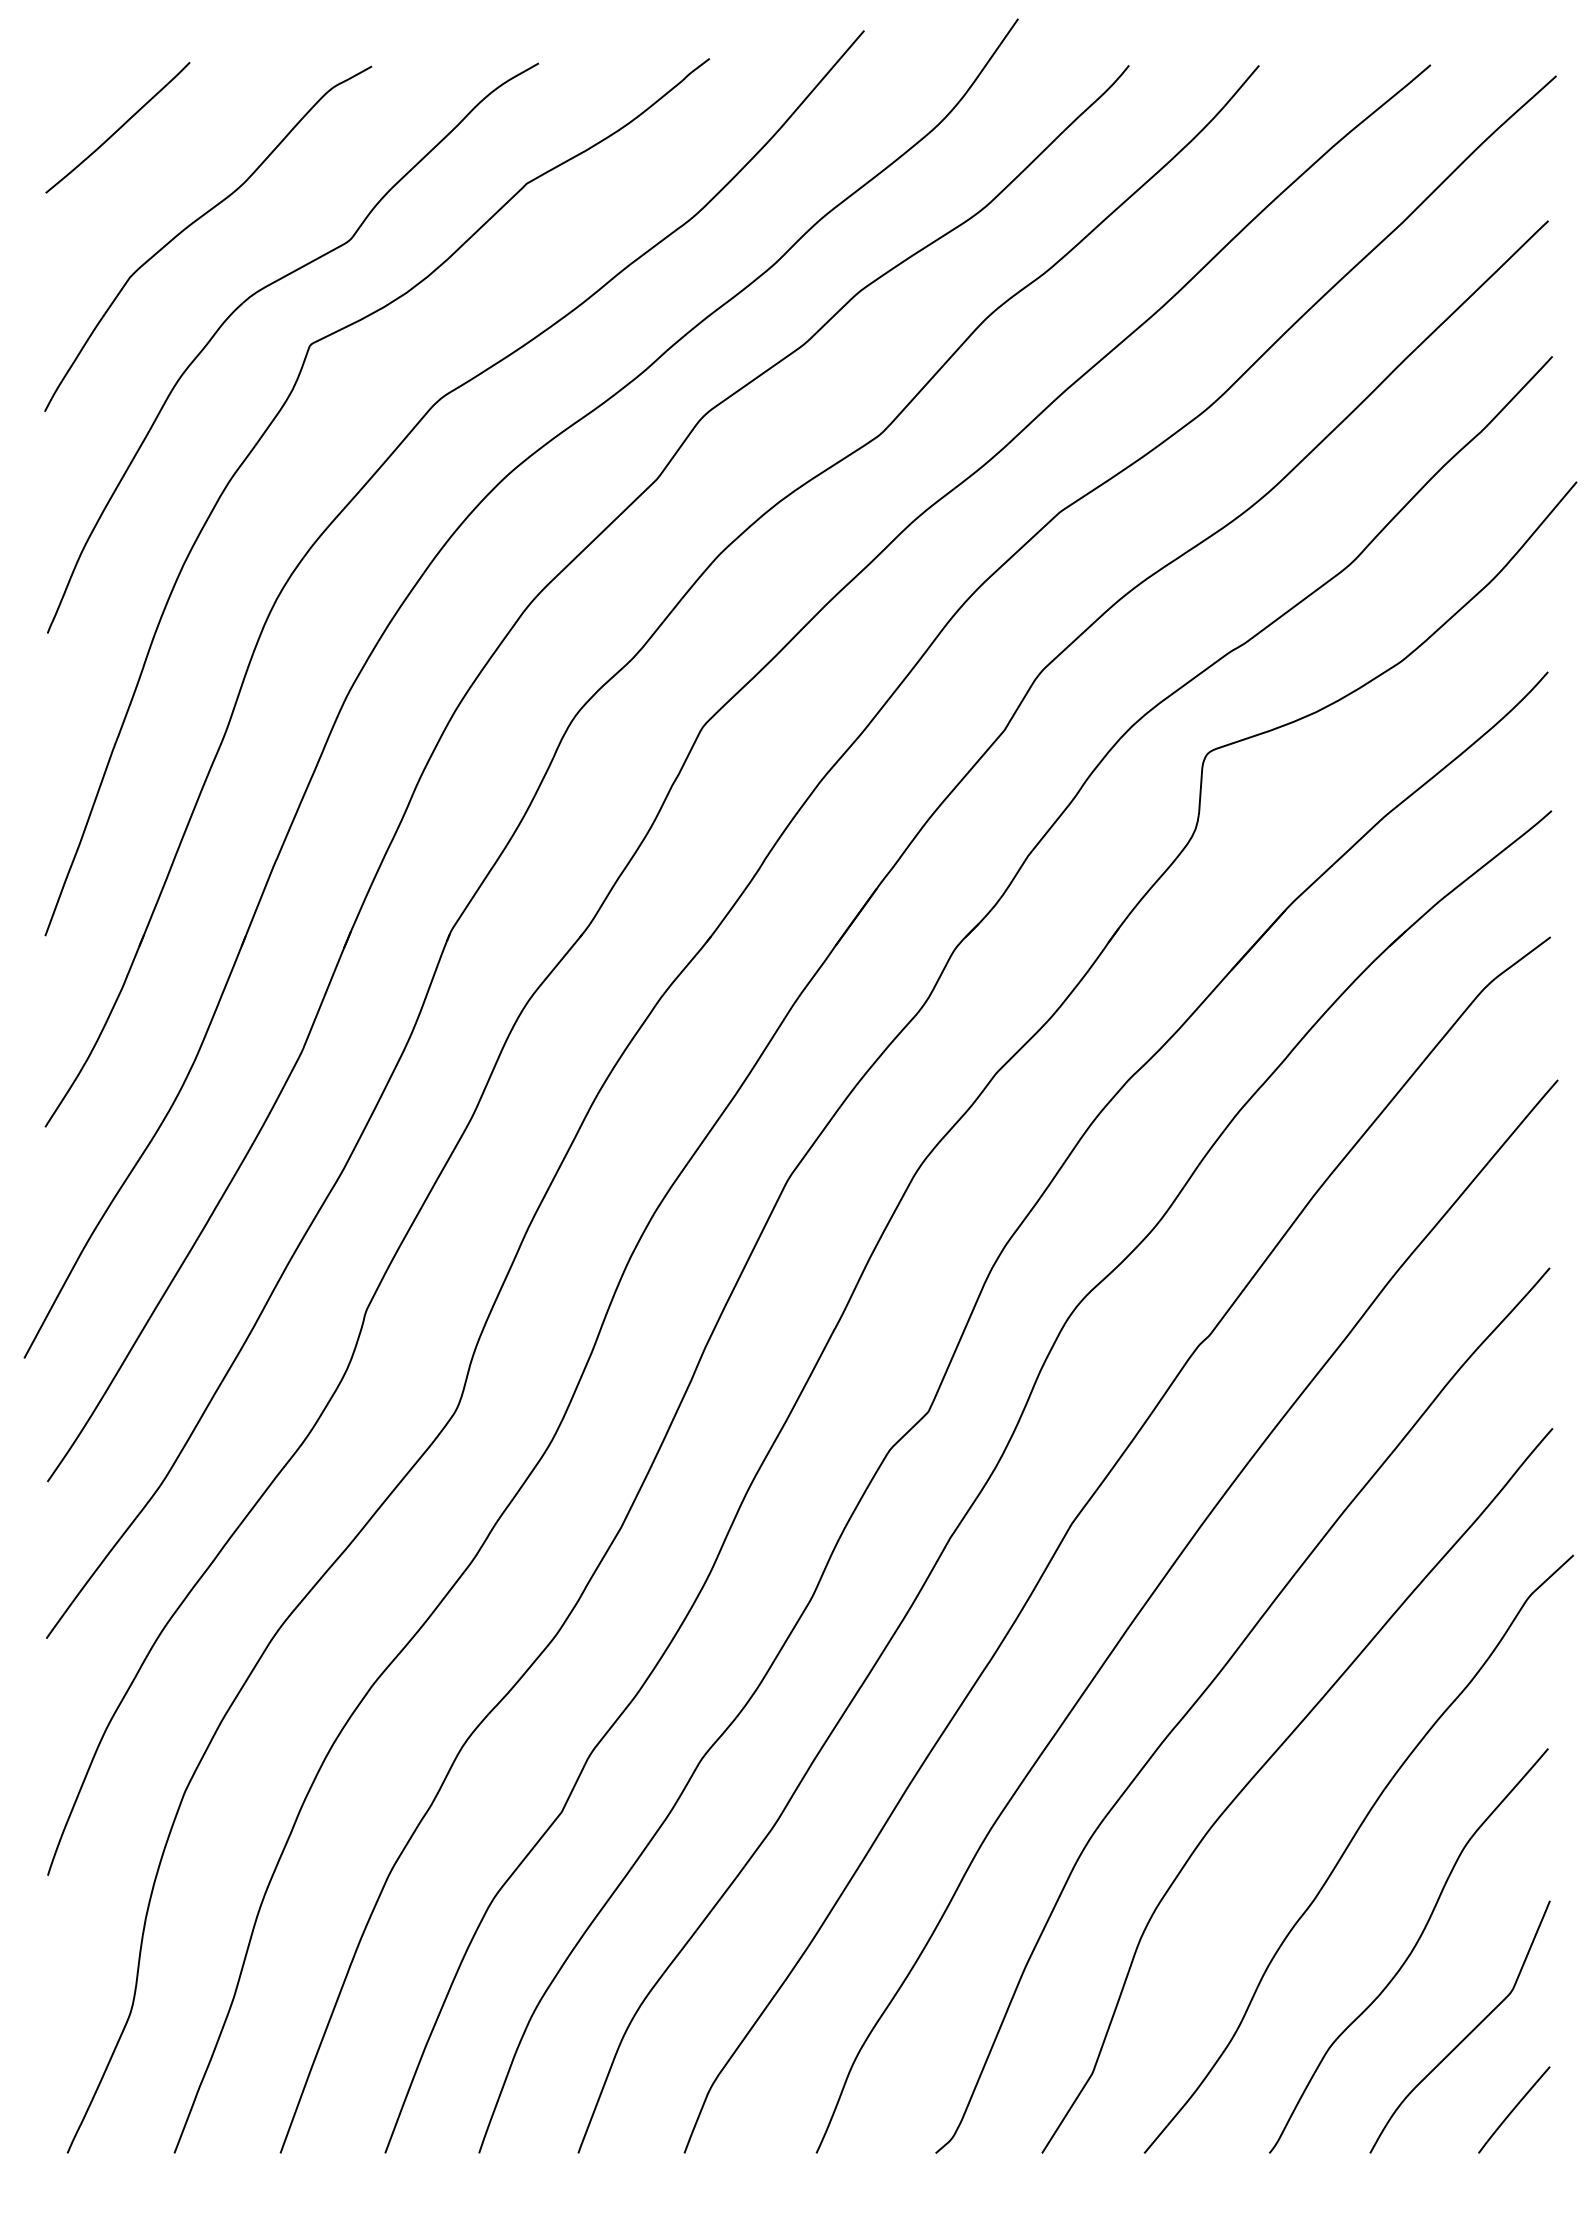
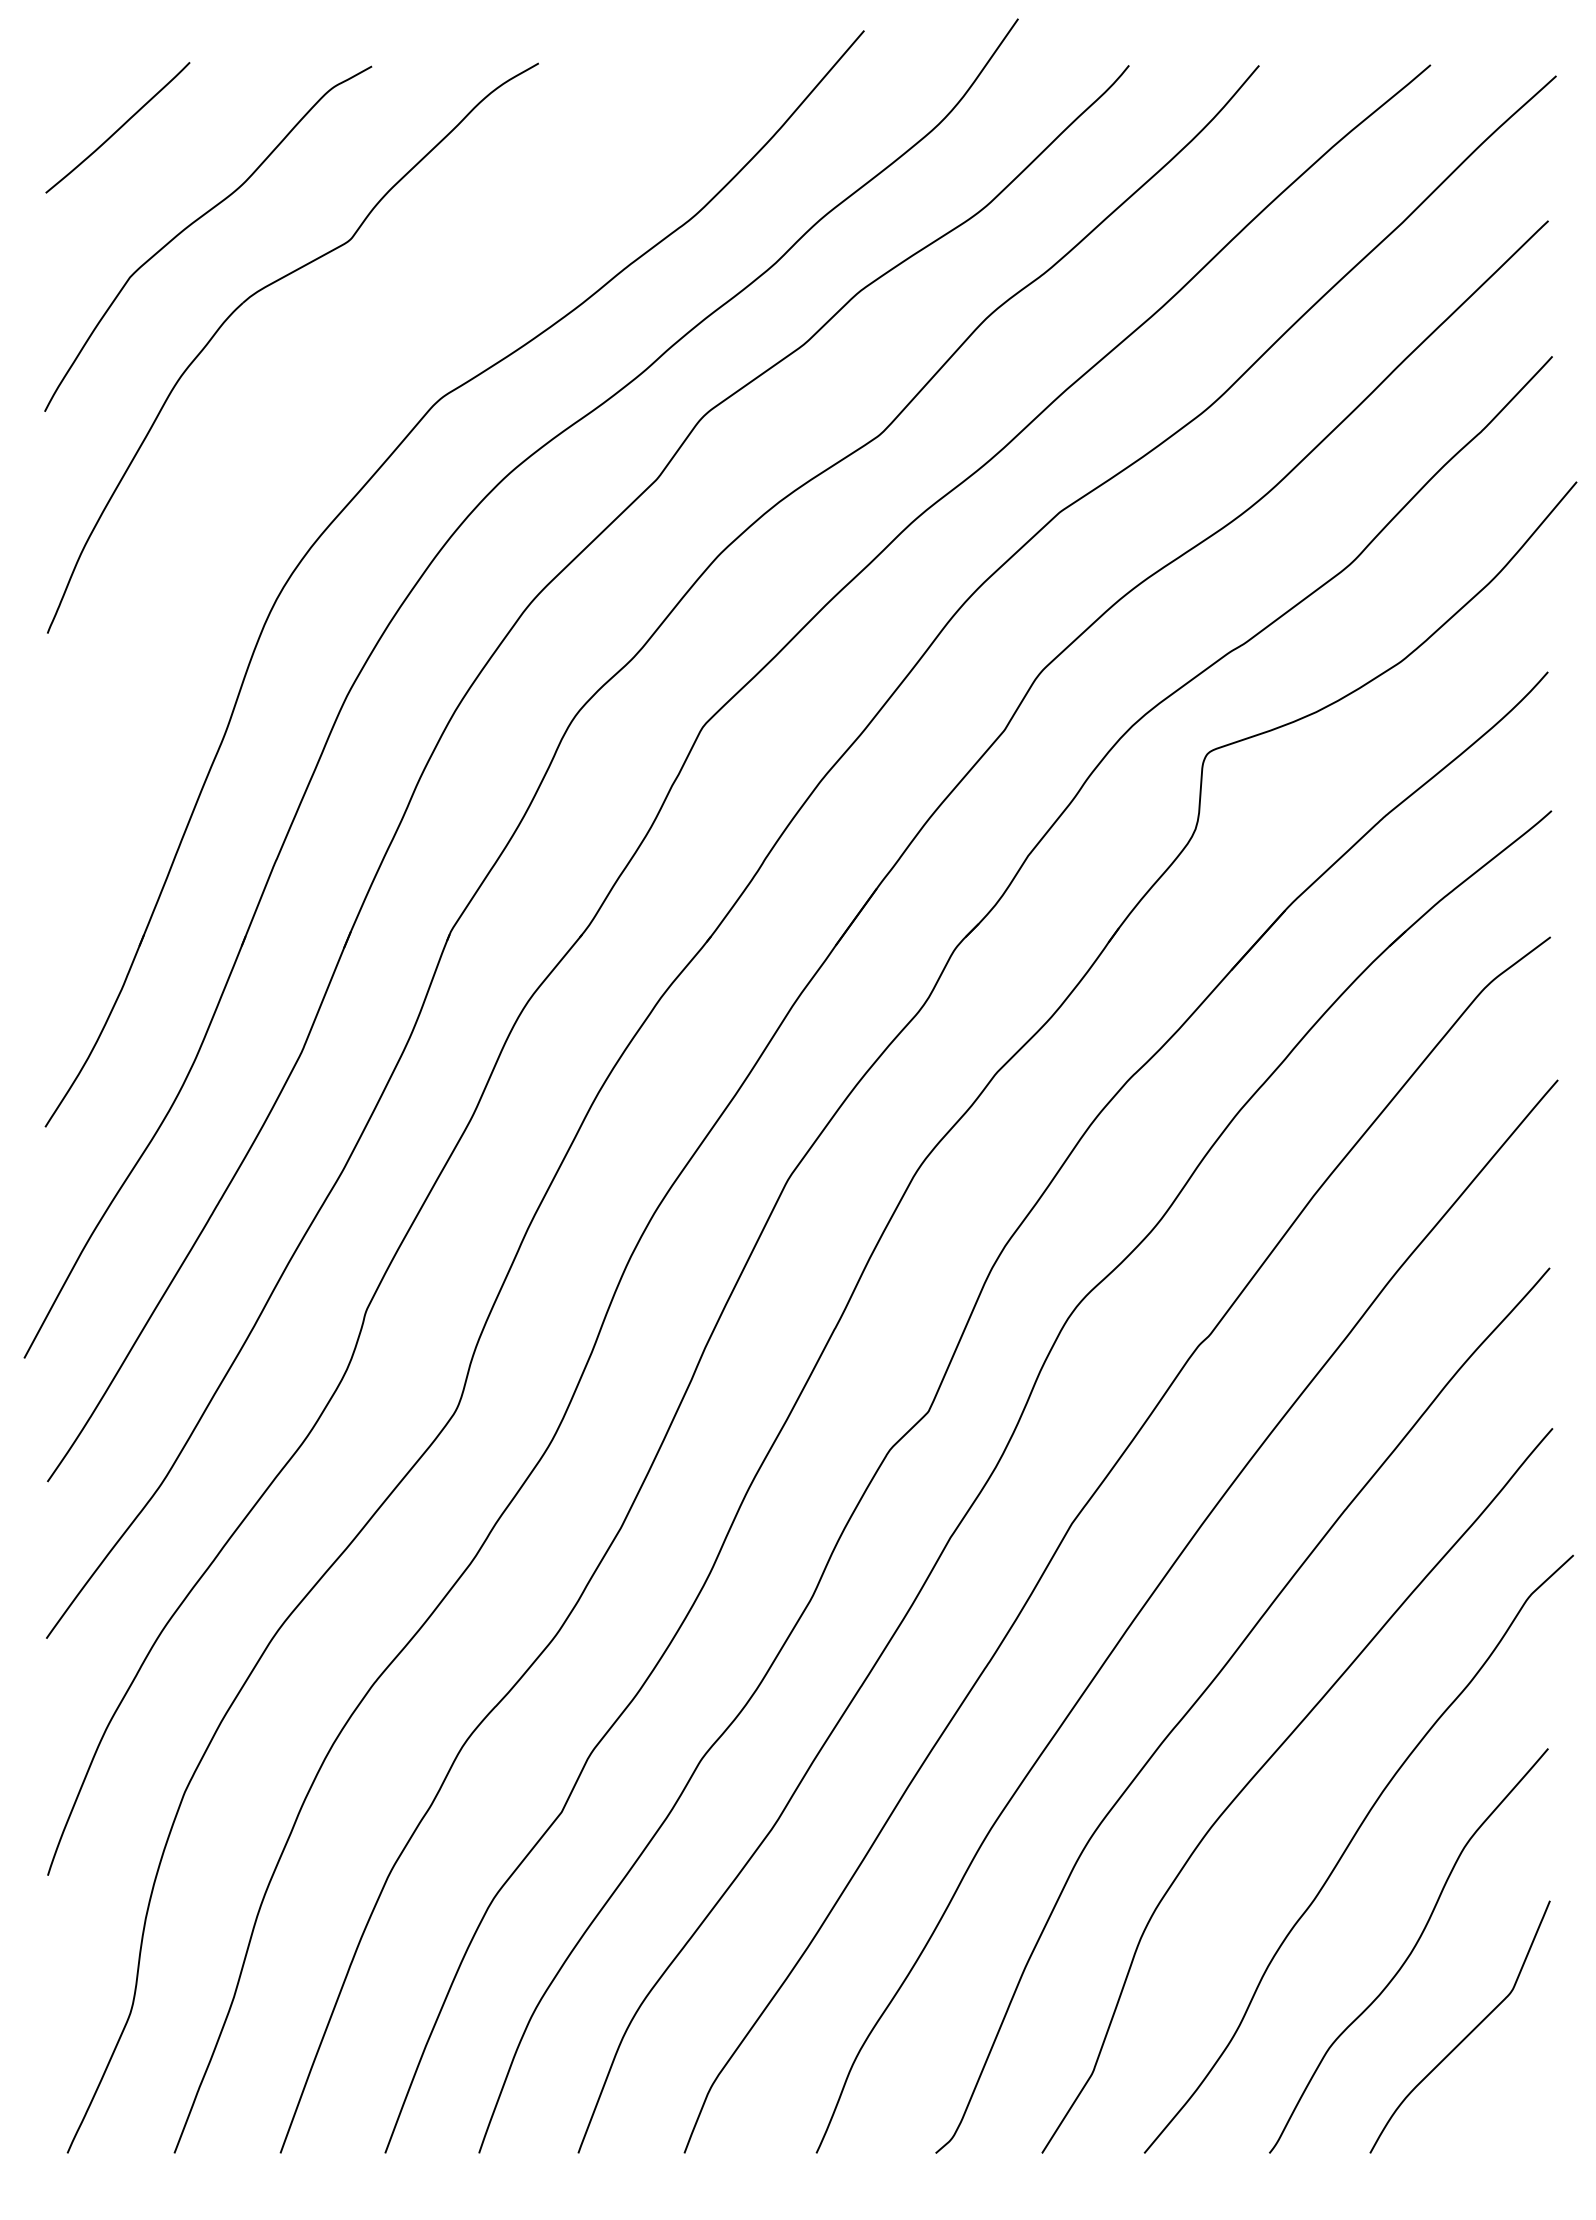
curve at (272, 423): present -> none
curve at (1514, 2109): present -> none
